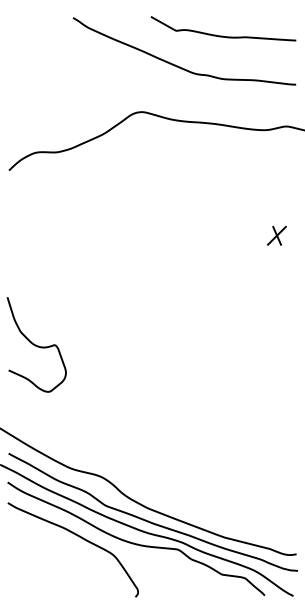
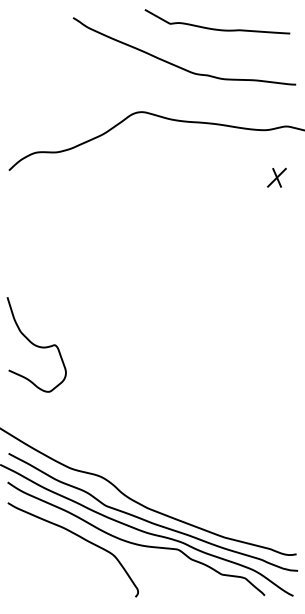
curve at (223, 35) position: (223, 35) -> (217, 28)
part at (276, 235) position: (276, 235) -> (276, 177)
